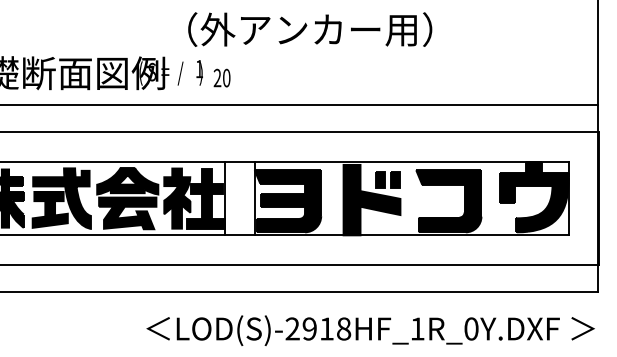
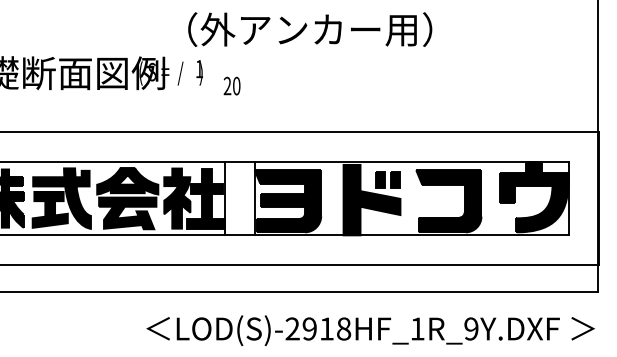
text at (221, 77) position: (221, 77) -> (231, 85)
line at (300, 105): present -> none
text at (471, 328): LOD(S)-2918HF_1R_0Y.DXF -> LOD(S)-2918HF_1R_9Y.DXF
